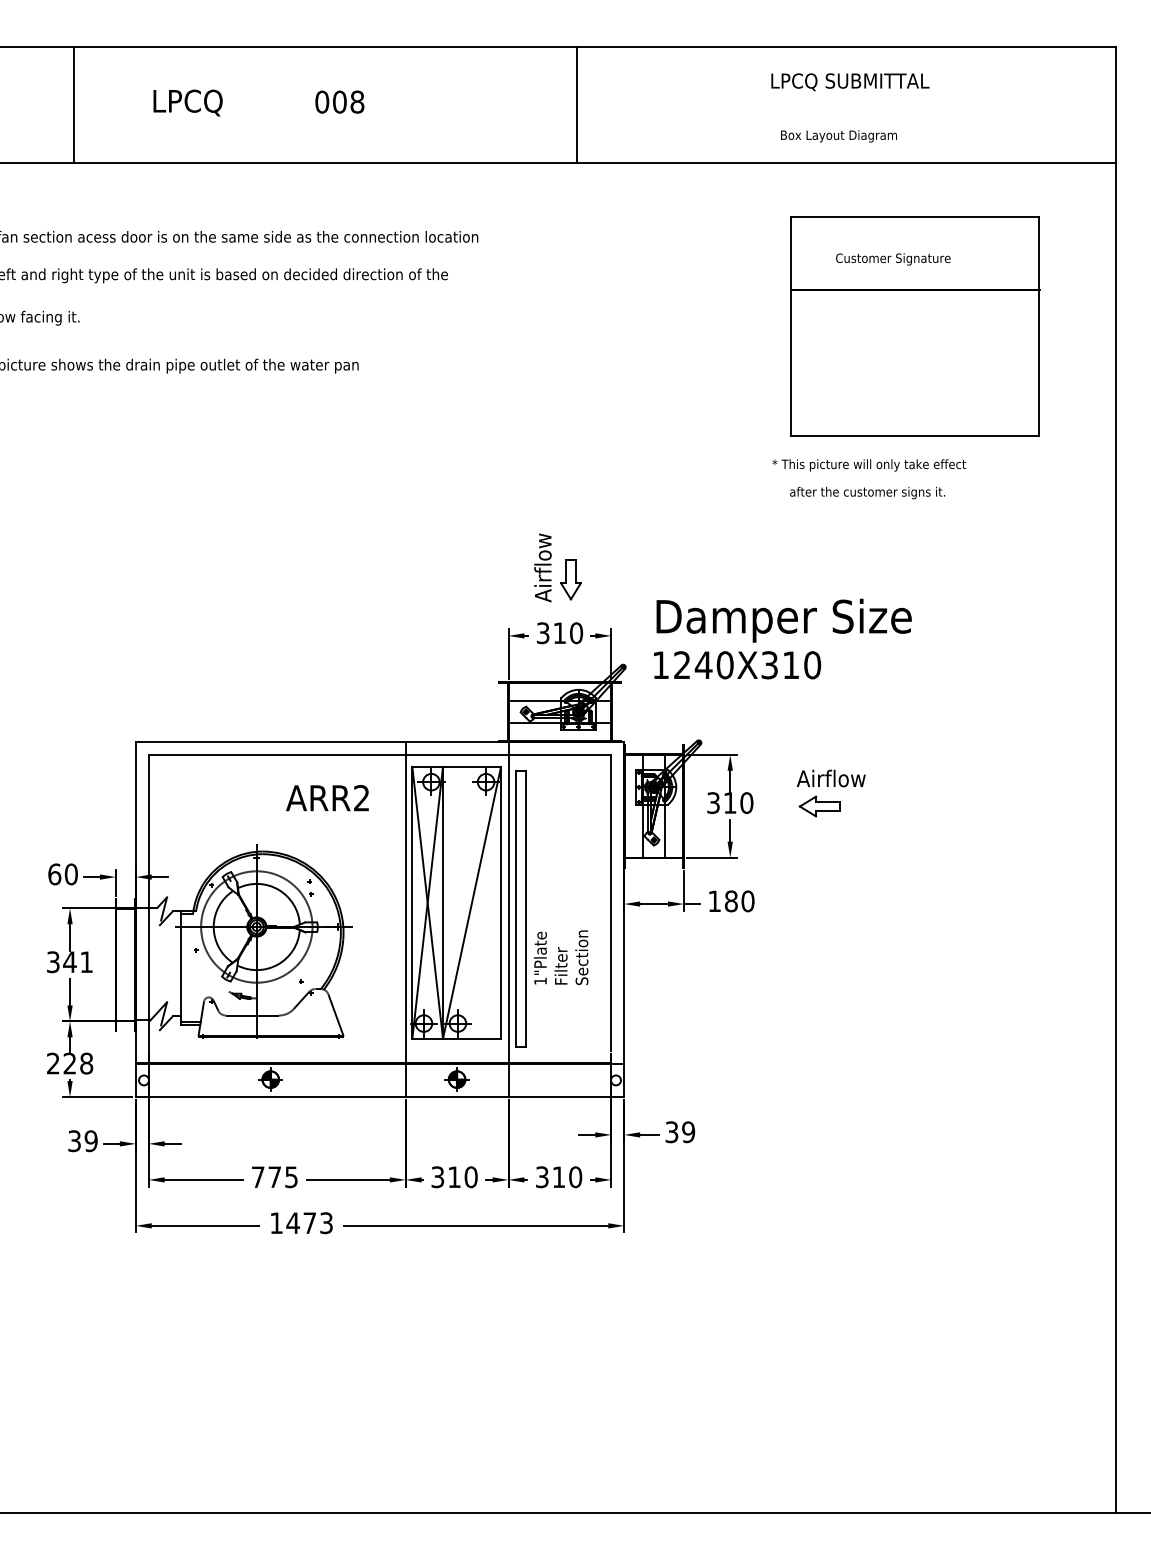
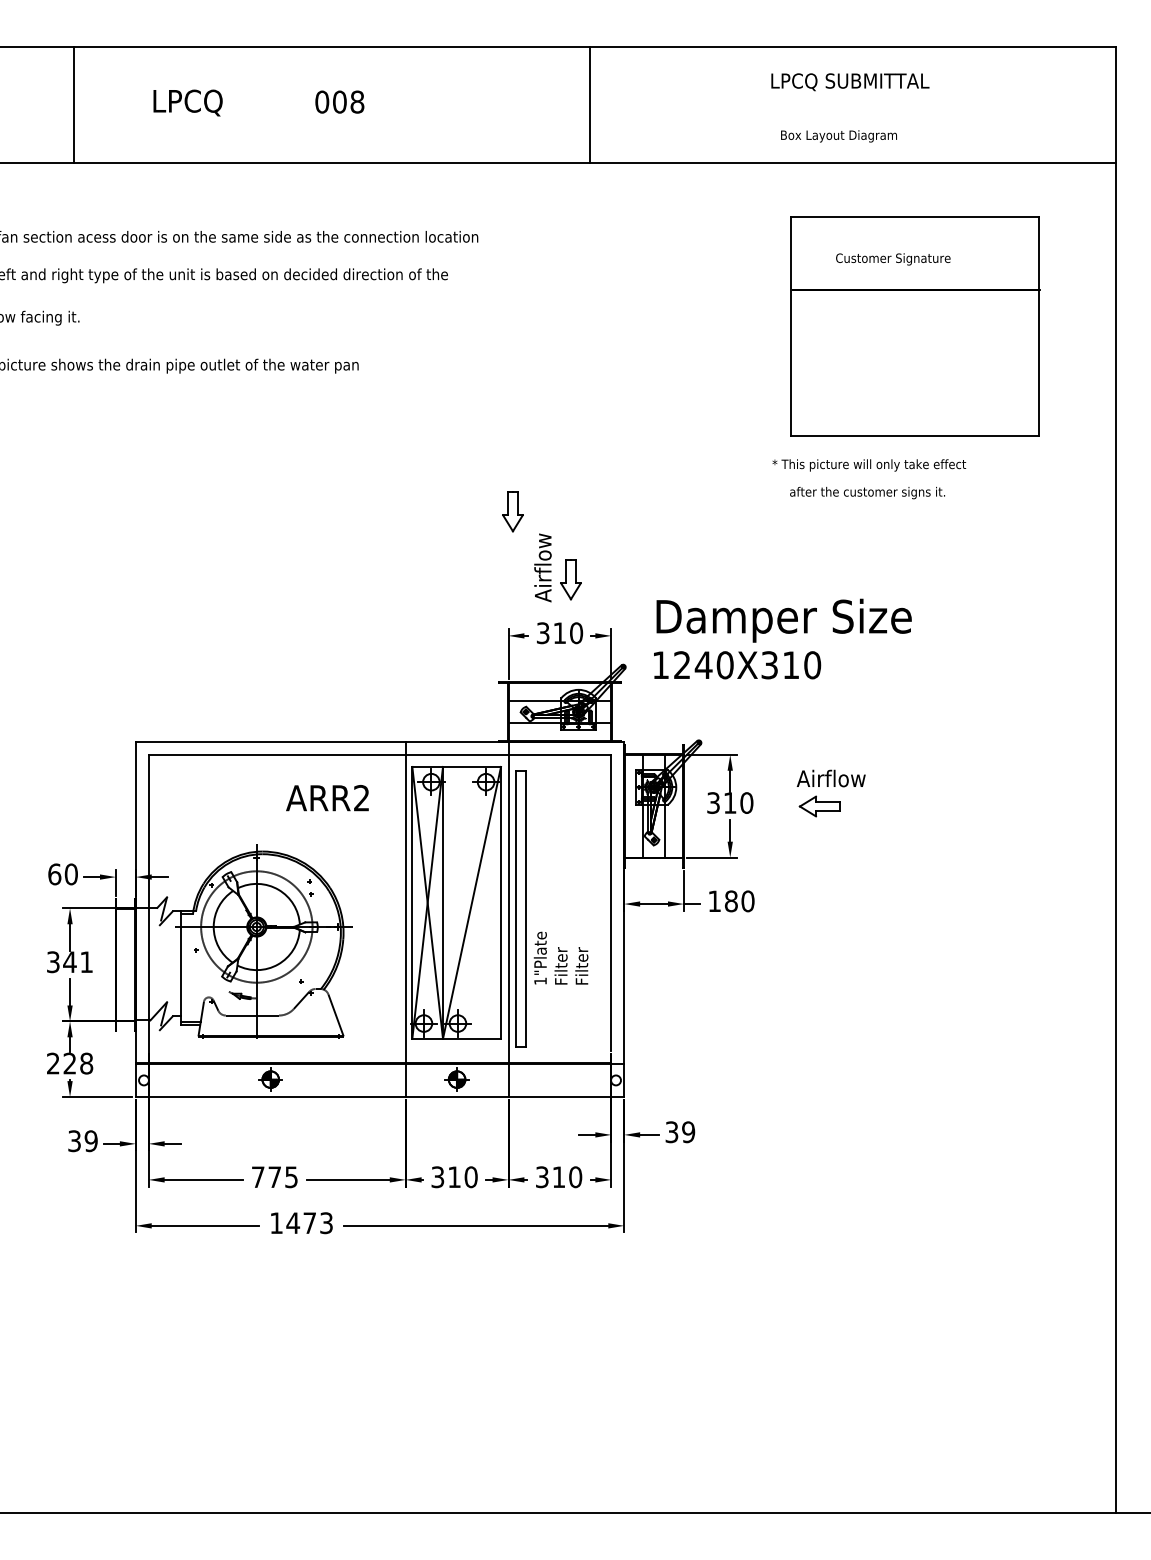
line at (577, 104) position: (577, 104) -> (590, 104)
part at (512, 511): none -> present
text at (581, 957): Section -> Filter
